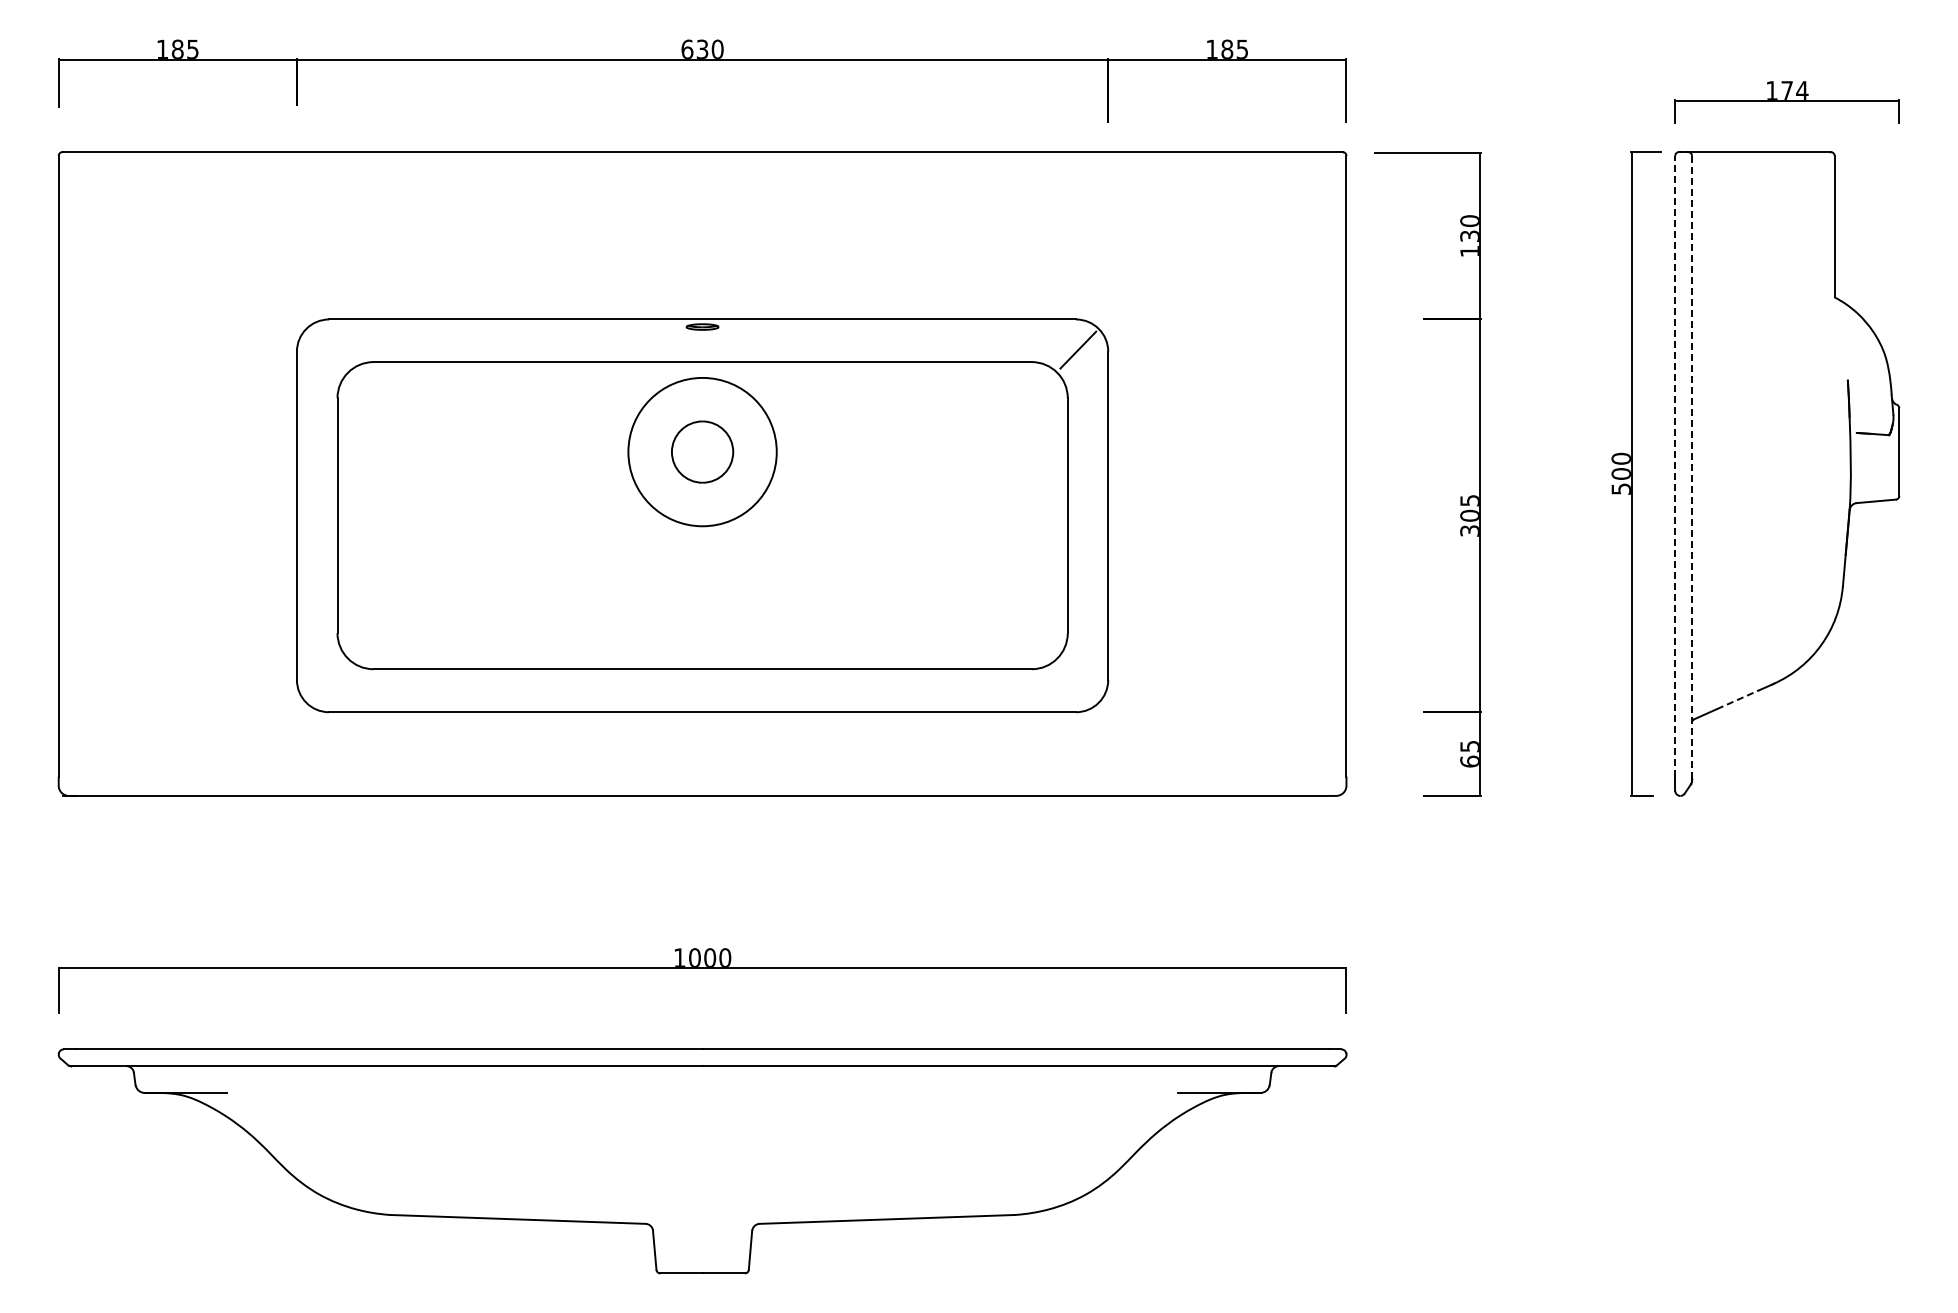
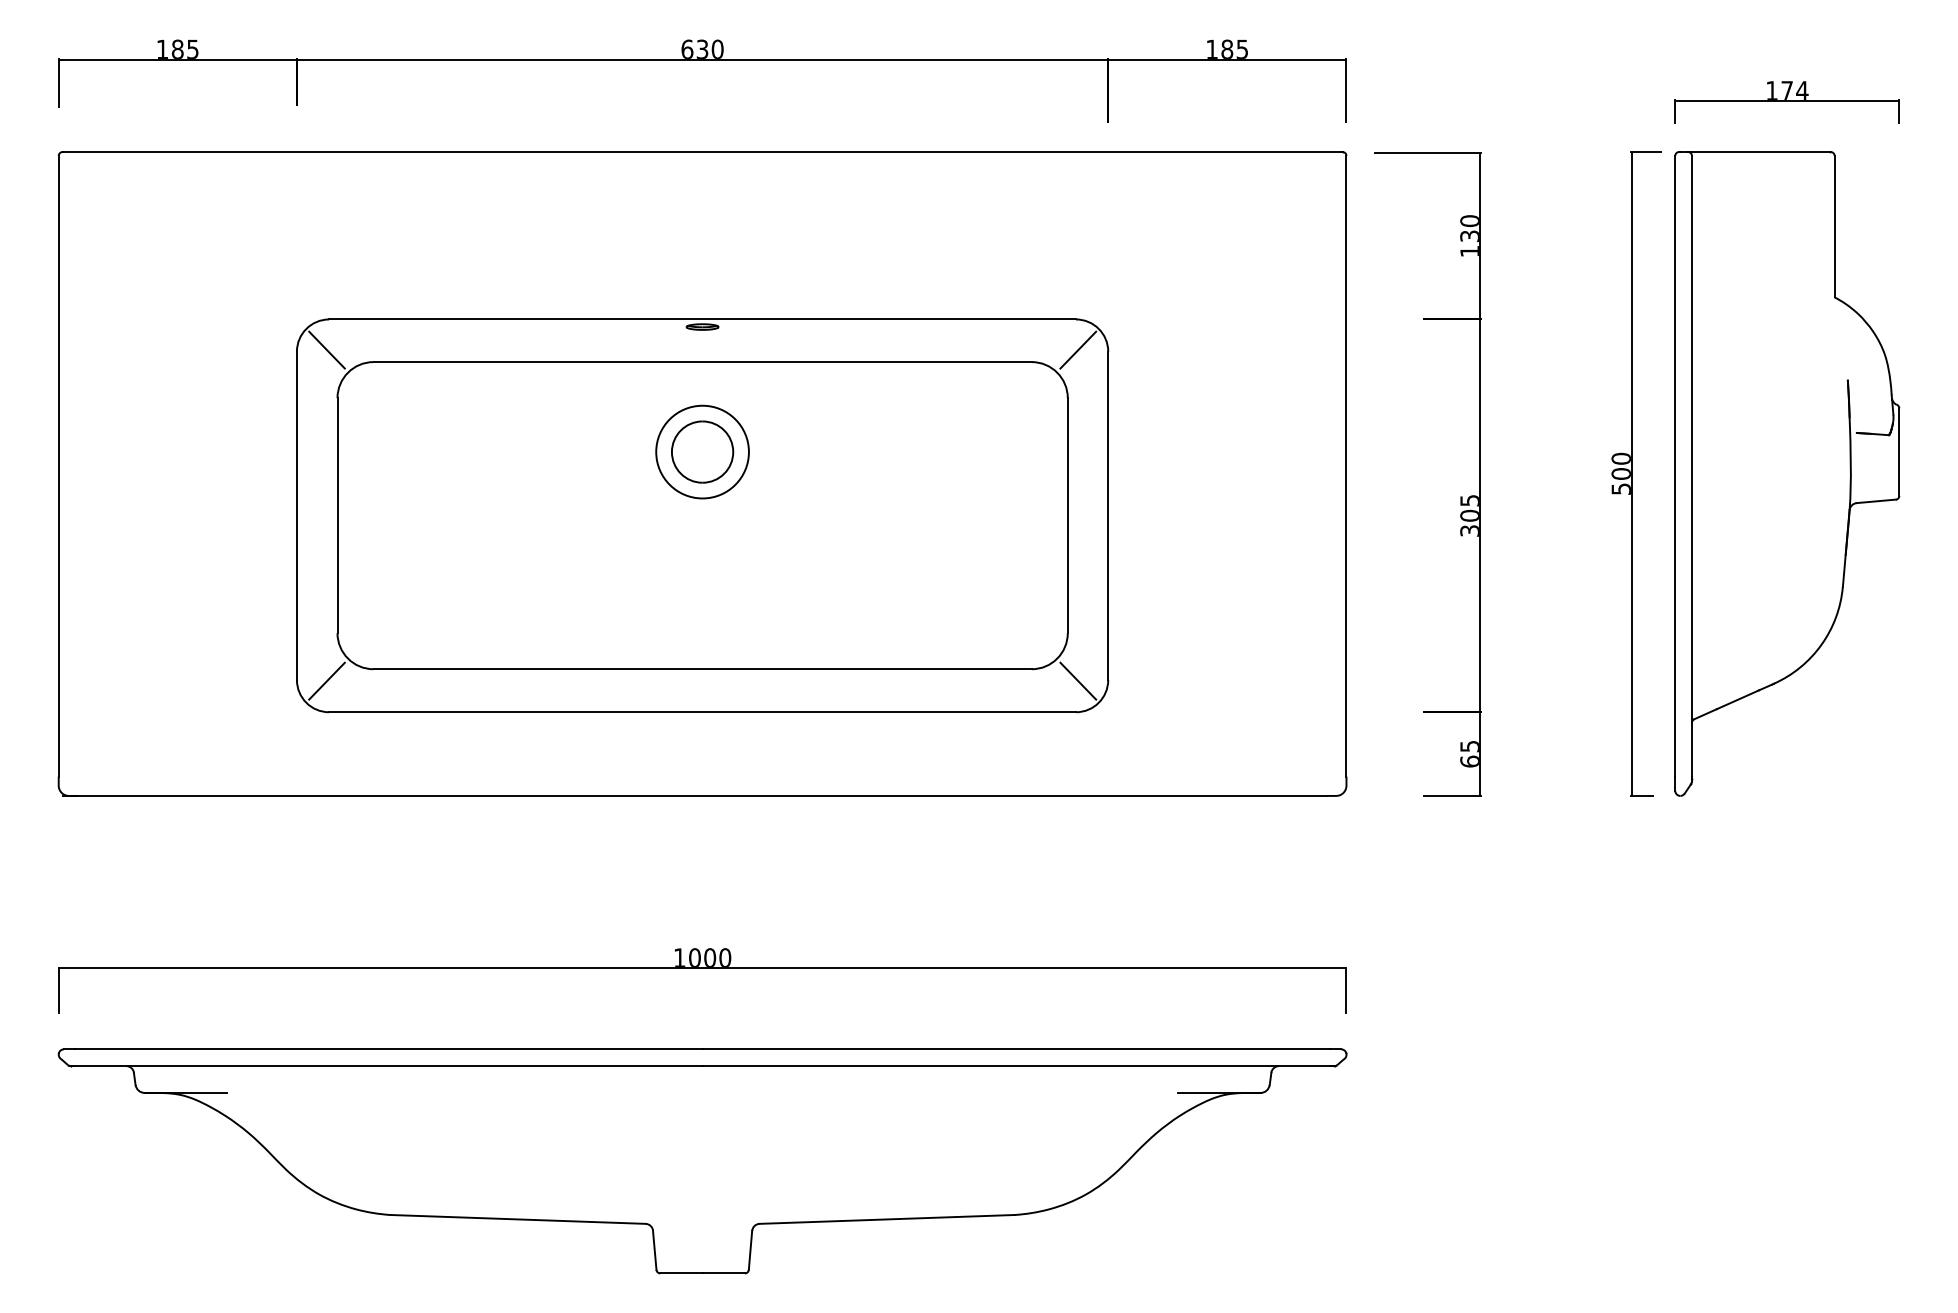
line at (326, 349): none -> present
circle at (702, 451) diameter: 148 px -> 93 px
line at (1675, 465): dashed -> solid
line at (1691, 466): dashed -> solid
line at (326, 680): none -> present
line at (1078, 680): none -> present
line at (1738, 699): dashed -> solid
